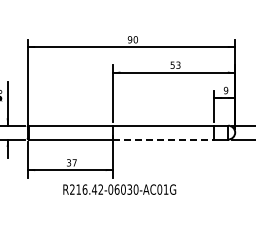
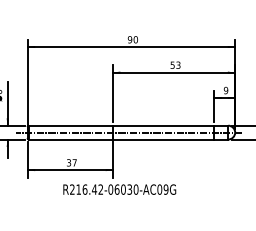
line at (129, 132): none -> present
line at (163, 139): dashed -> solid
text at (165, 189): R216.42-06030-AC01G -> R216.42-06030-AC09G
